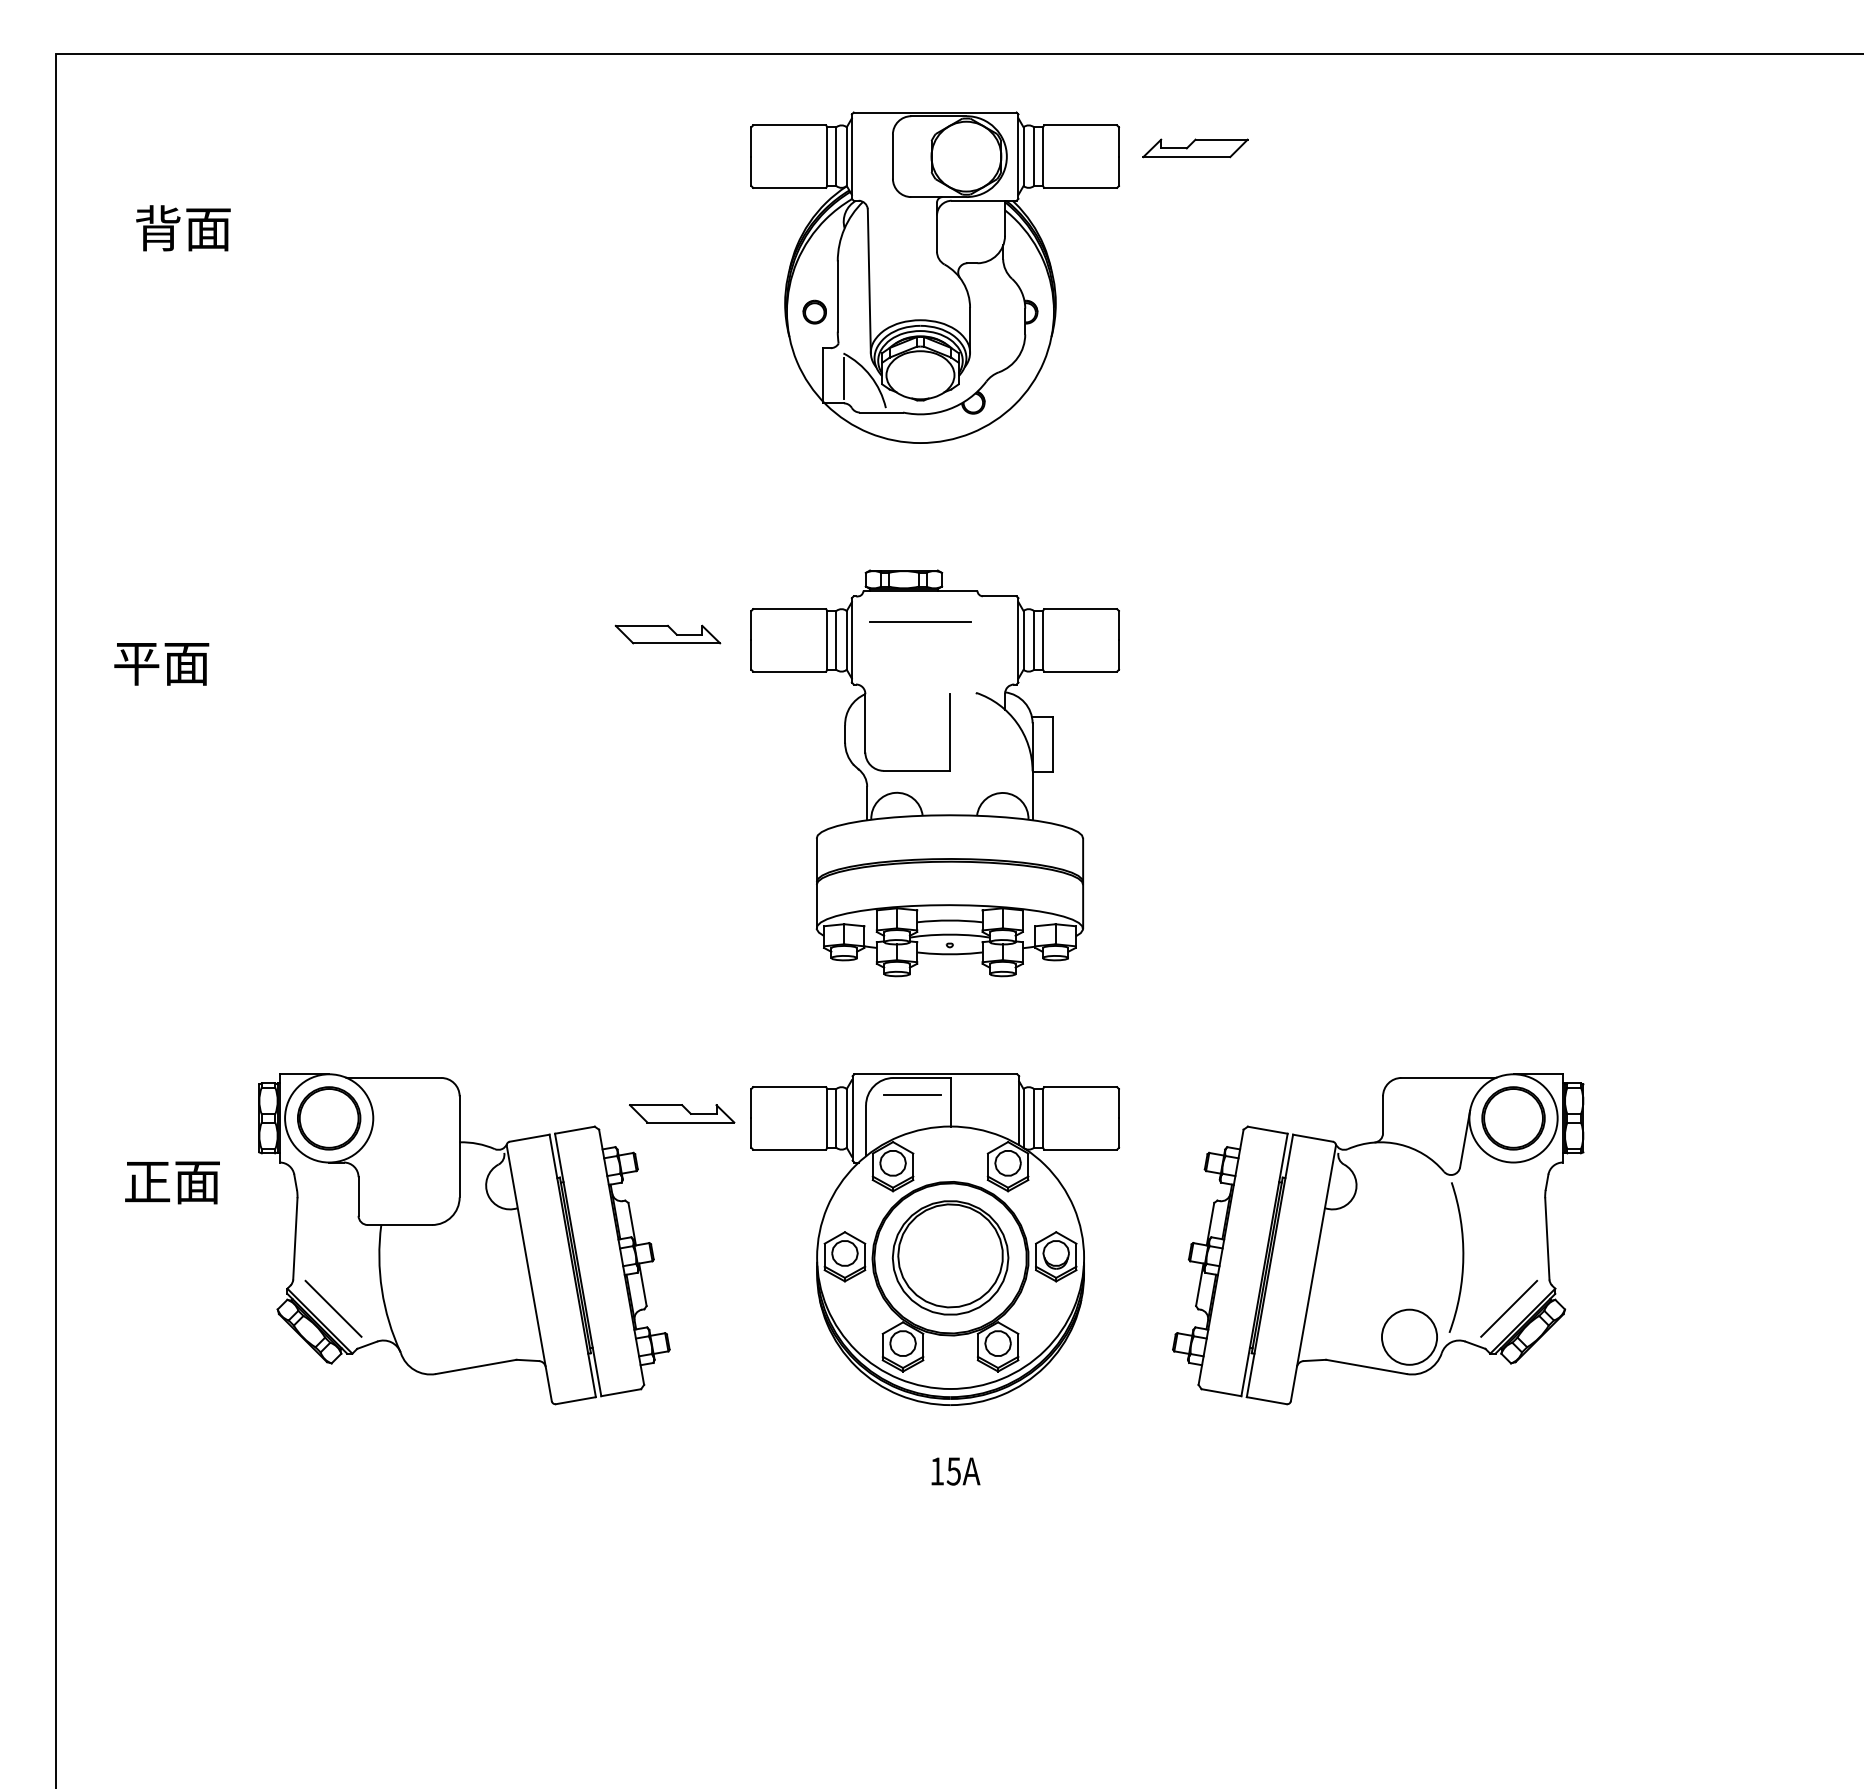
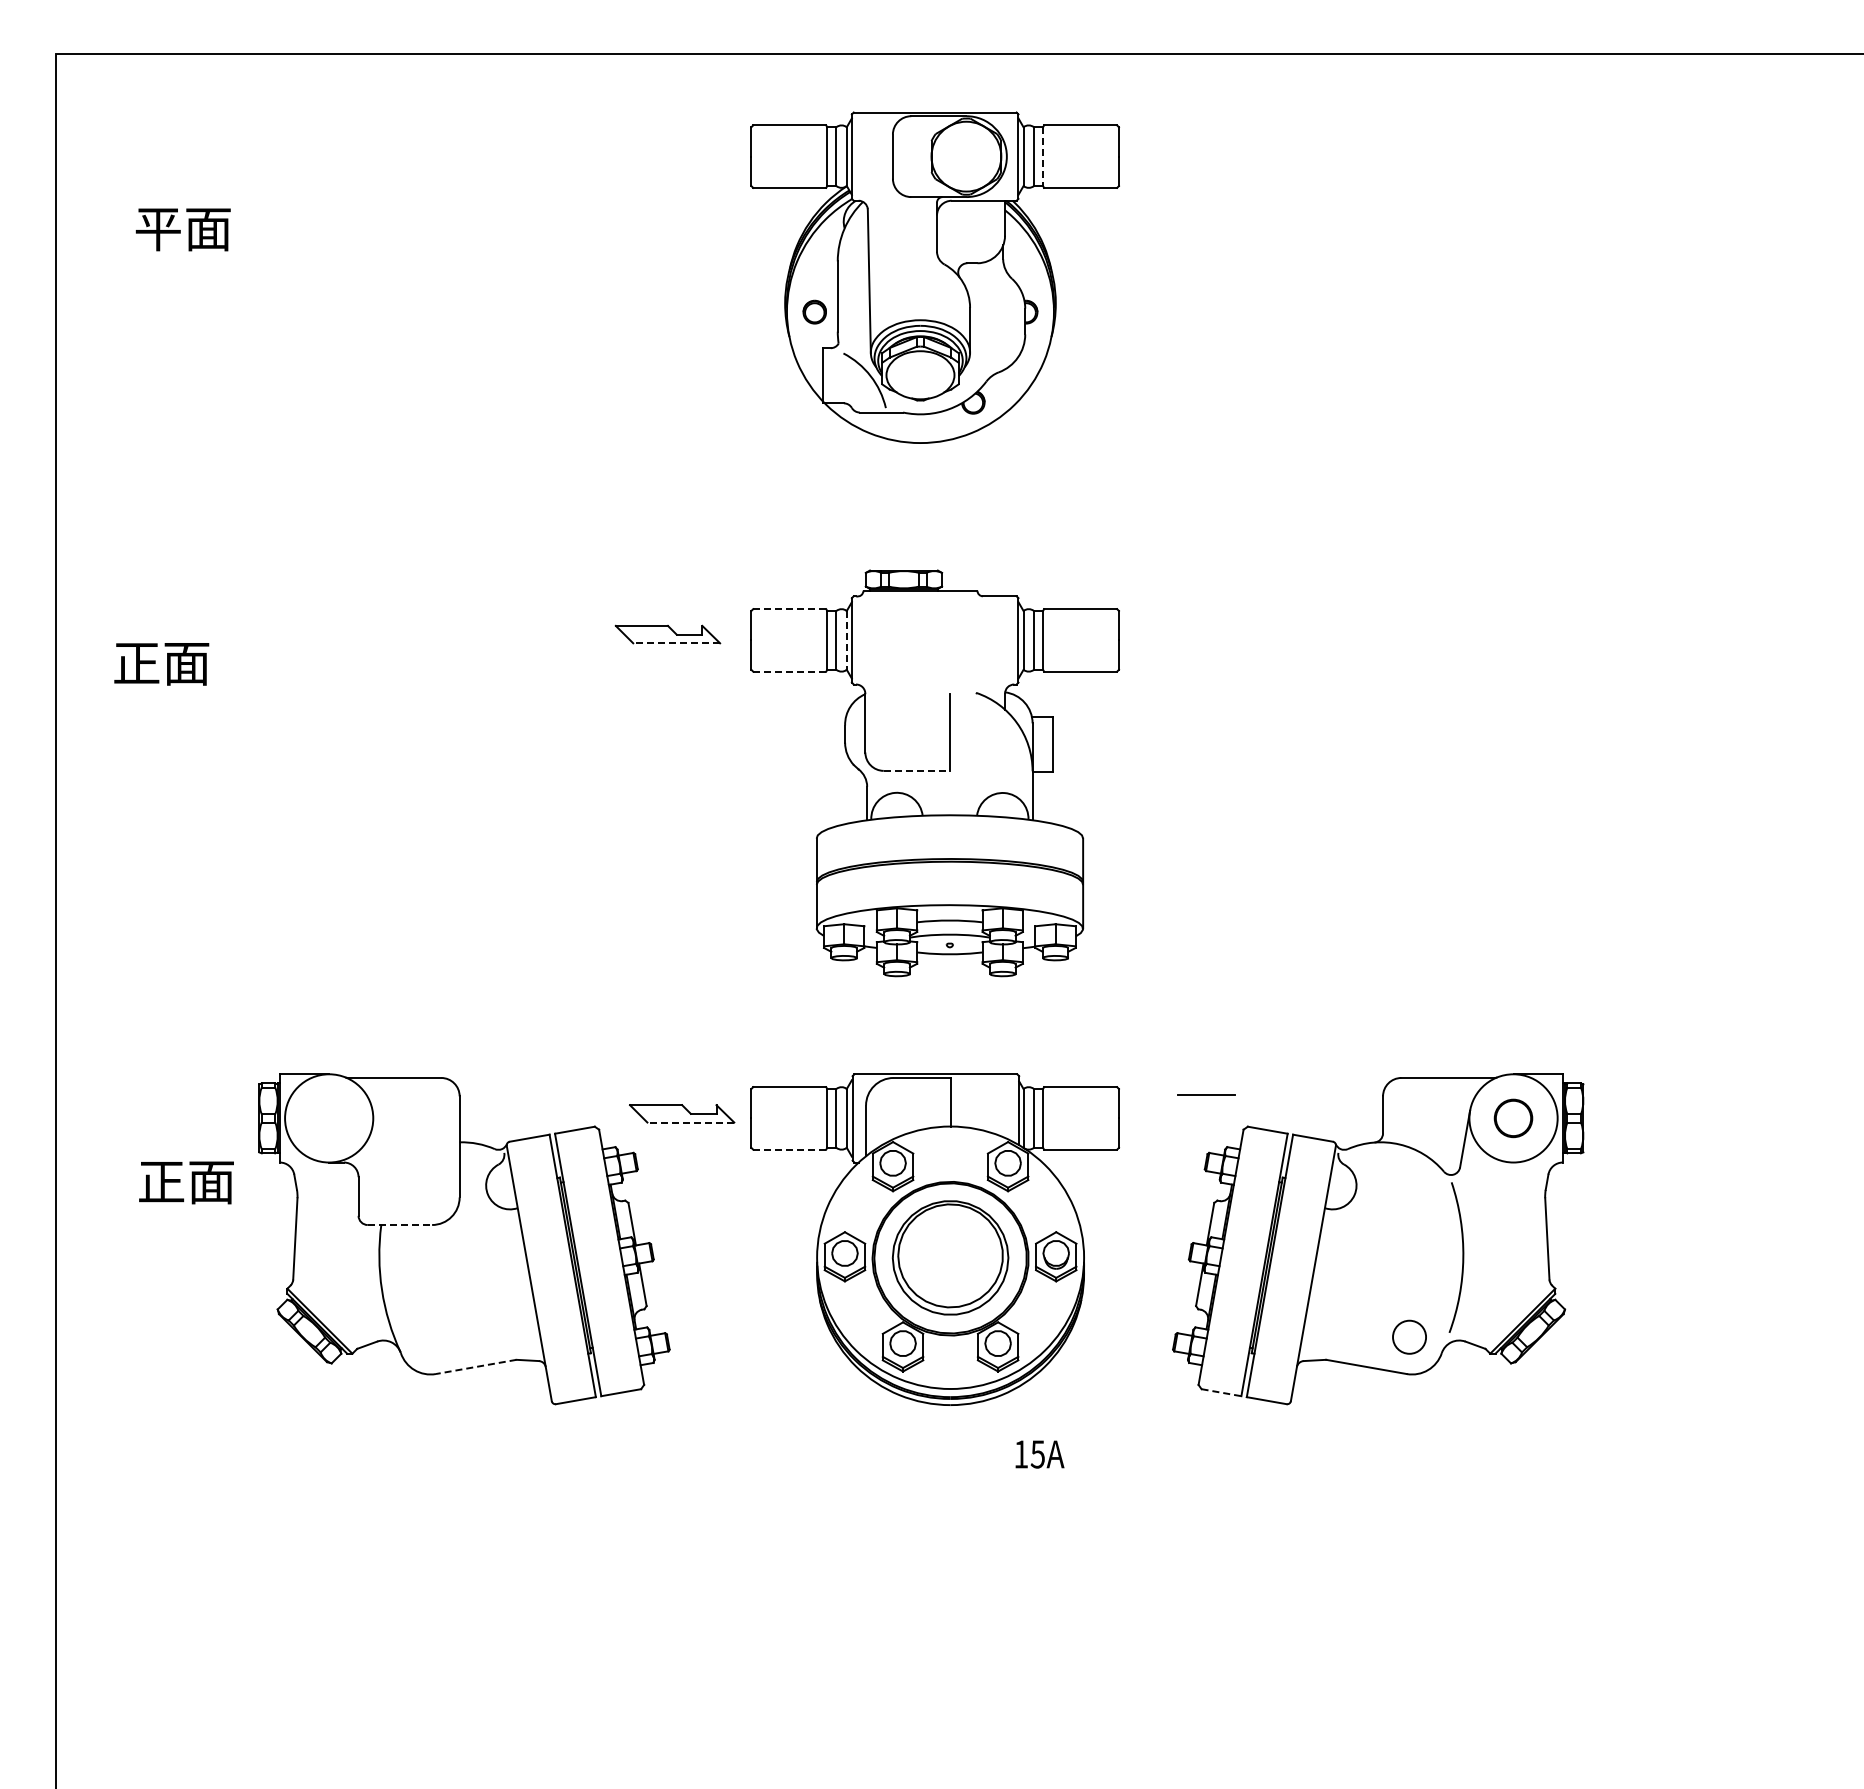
part at (1195, 148): present -> none
line at (1043, 157): solid -> dashed
text at (157, 228): 背面 -> 平面
line at (843, 378): present -> none
line at (789, 609): solid -> dashed
line at (920, 621): present -> none
line at (846, 640): solid -> dashed
line at (676, 643): solid -> dashed
text at (136, 664): 平面 -> 正面
line at (789, 671): solid -> dashed
line at (917, 770): solid -> dashed
line at (912, 1094) position: (912, 1094) -> (1206, 1094)
part at (329, 1118): present -> none
part at (1513, 1118) size: 65x65 px -> 41x41 px
line at (690, 1122): solid -> dashed
line at (789, 1149): solid -> dashed
text at (172, 1182) position: (172, 1182) -> (186, 1182)
line at (400, 1225): solid -> dashed
line at (333, 1308): present -> none
line at (1509, 1308): present -> none
circle at (1409, 1336) diameter: 55 px -> 33 px
line at (476, 1366): solid -> dashed
line at (1221, 1392): solid -> dashed
text at (955, 1471) position: (955, 1471) -> (1039, 1454)
